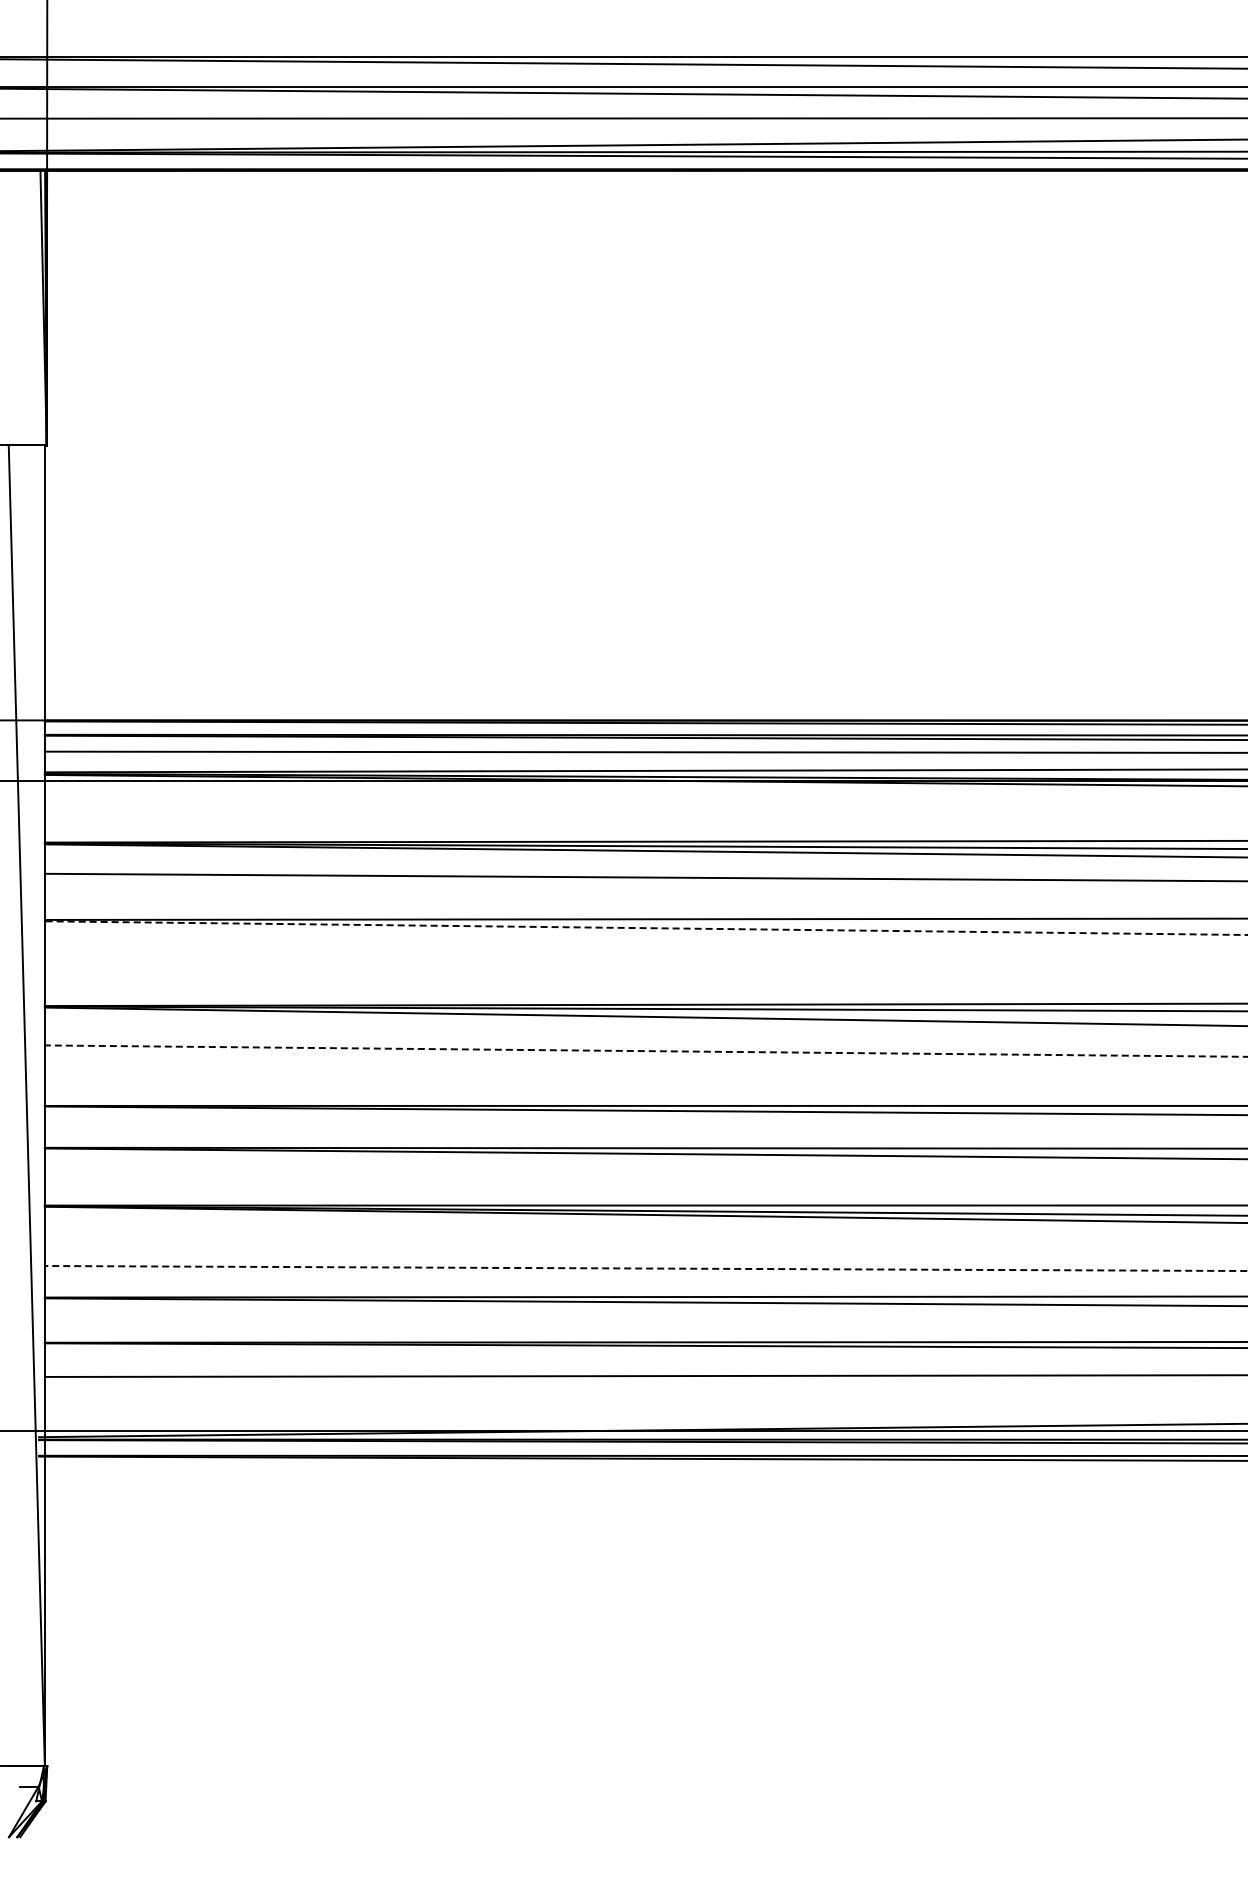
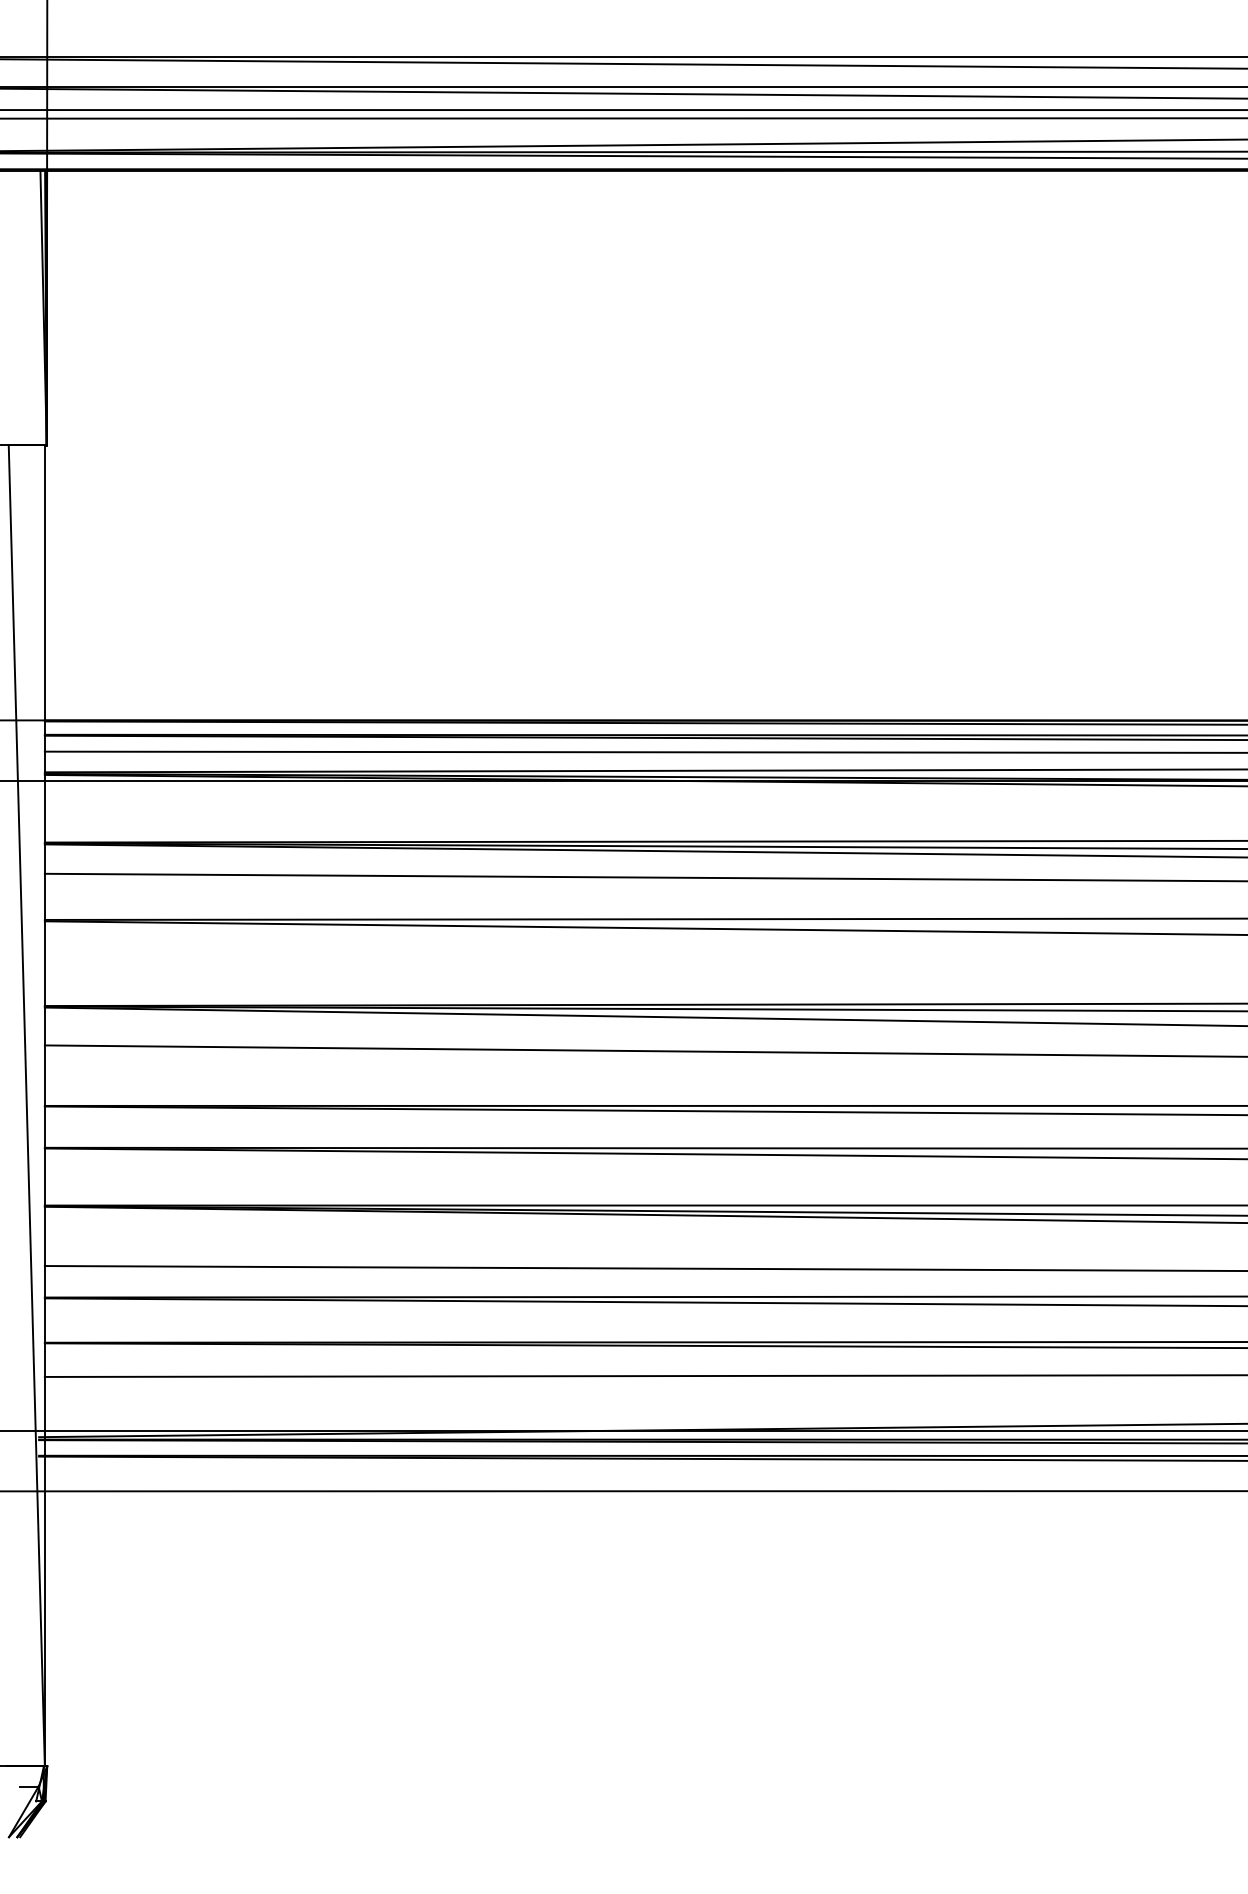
line at (623, 110): none -> present
line at (645, 928): dashed -> solid
line at (646, 1051): dashed -> solid
line at (646, 1268): dashed -> solid
line at (623, 1491): none -> present
